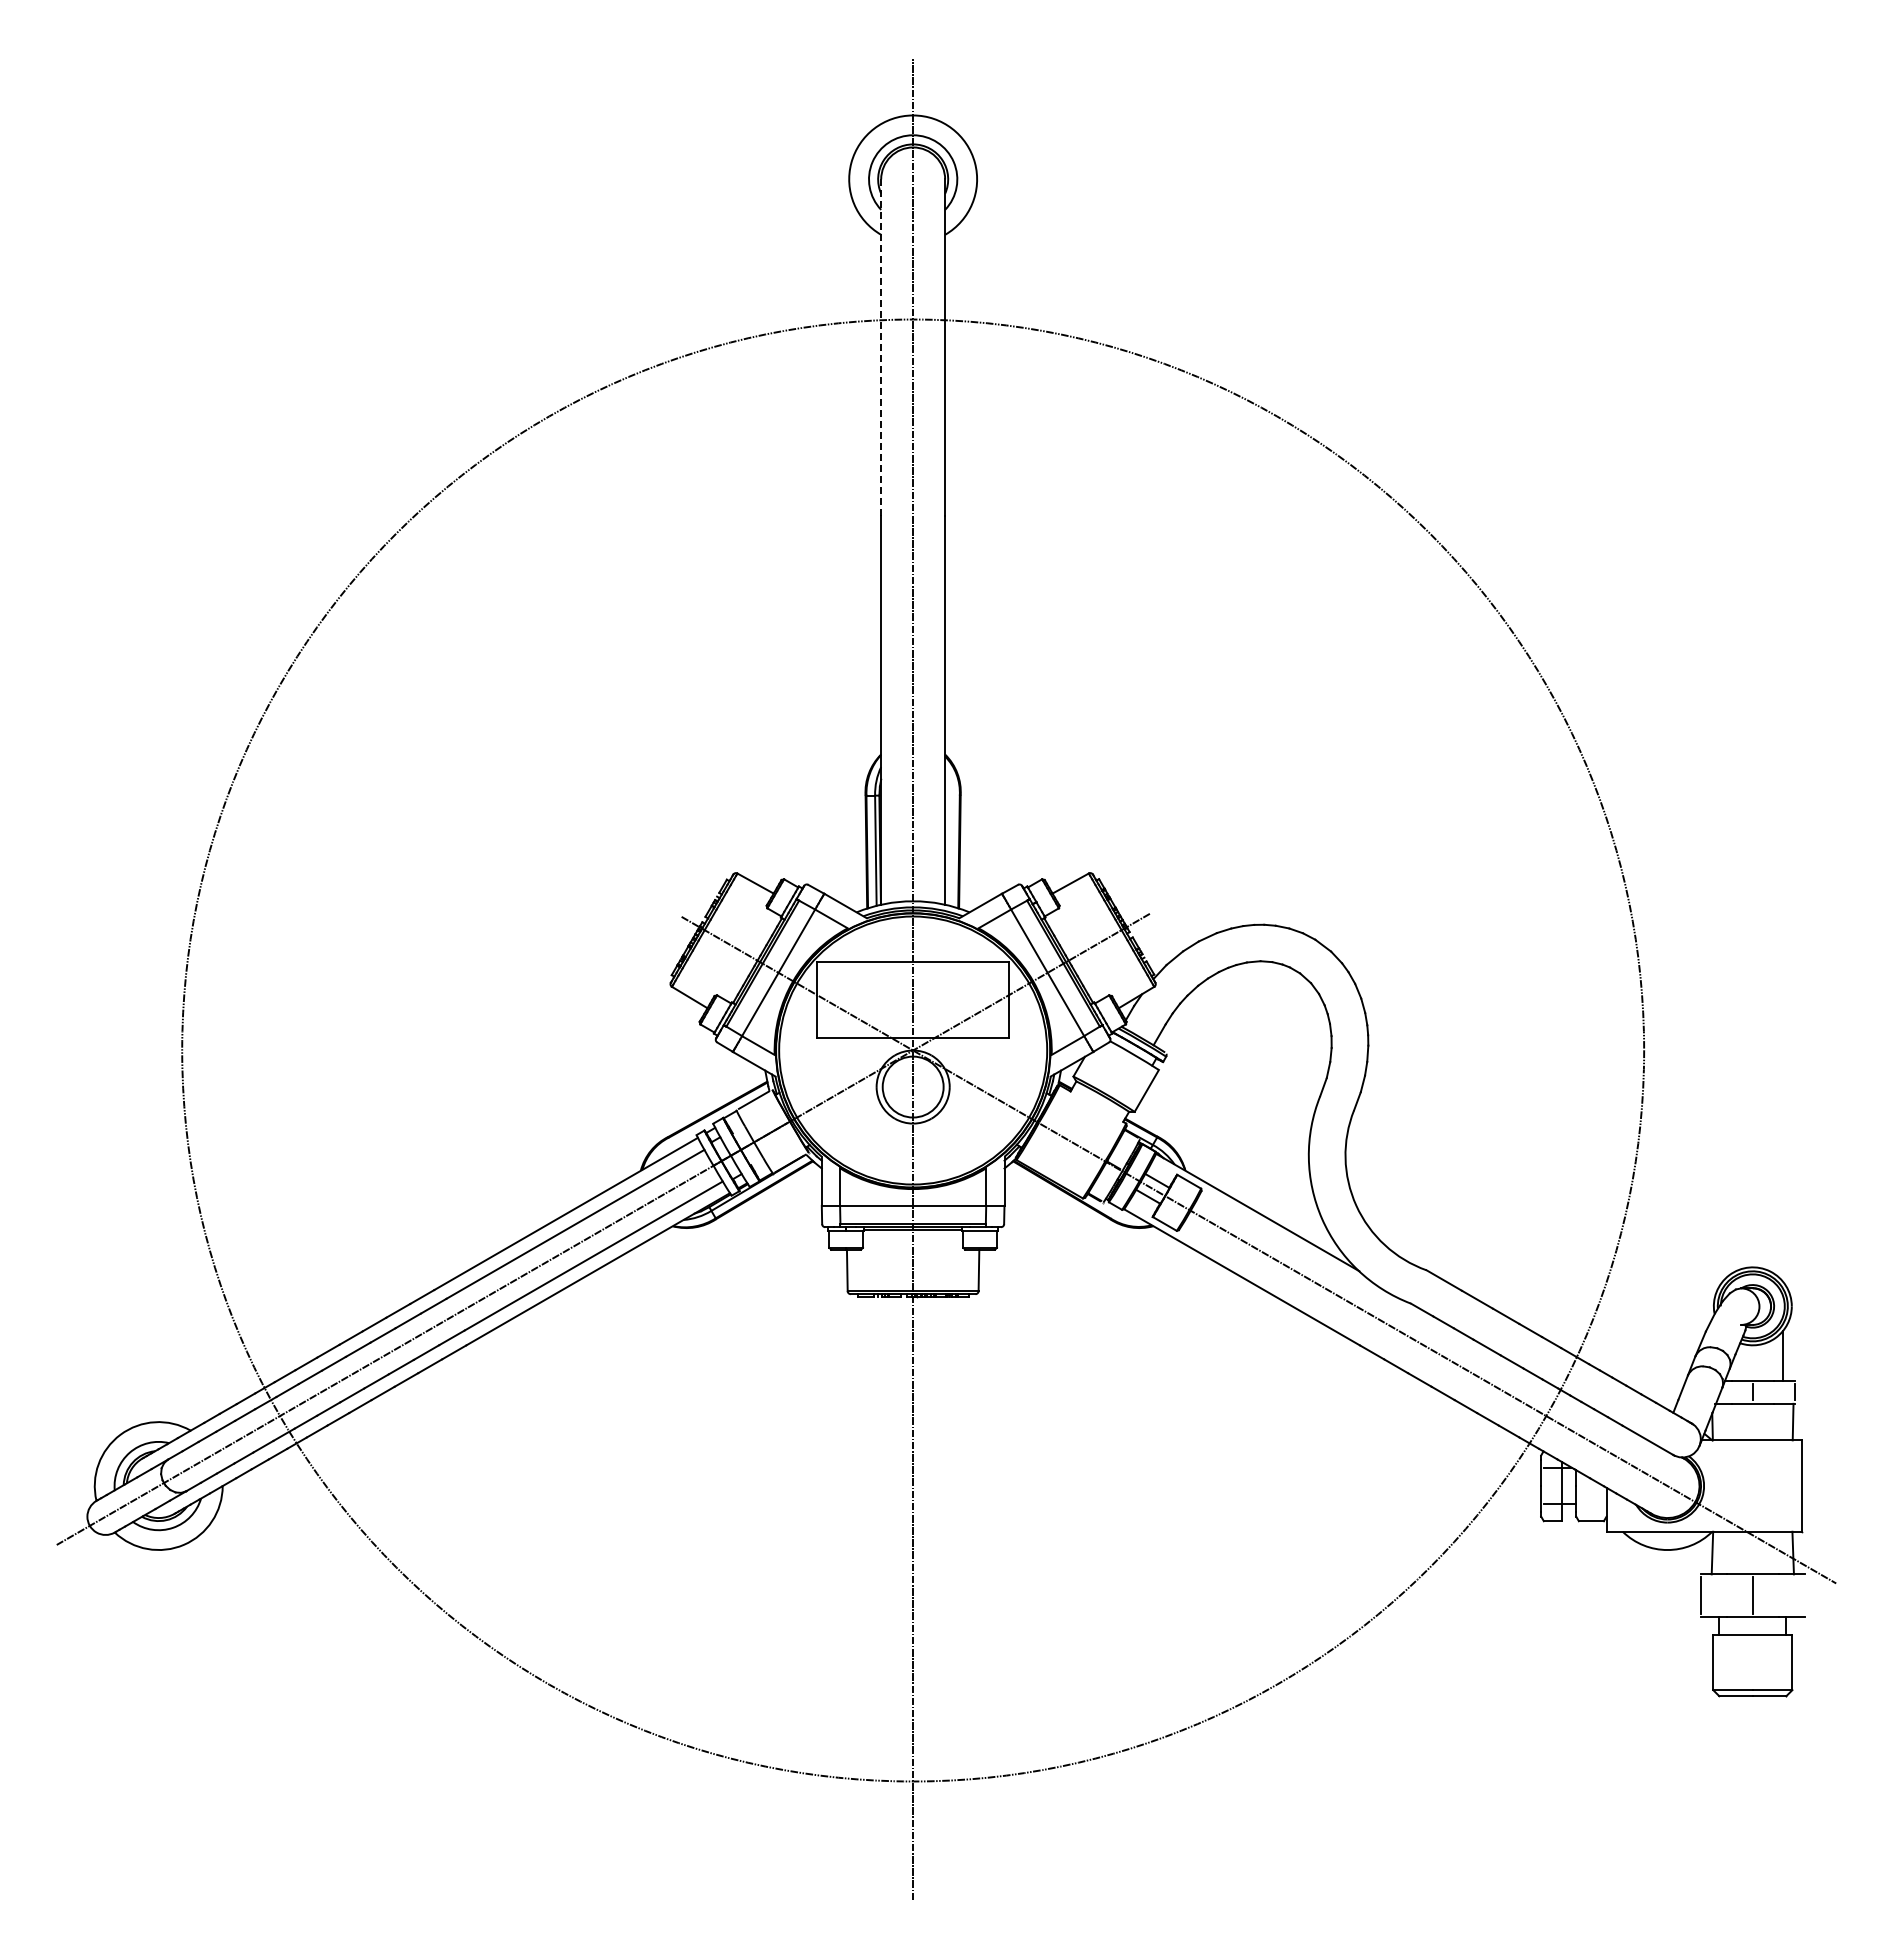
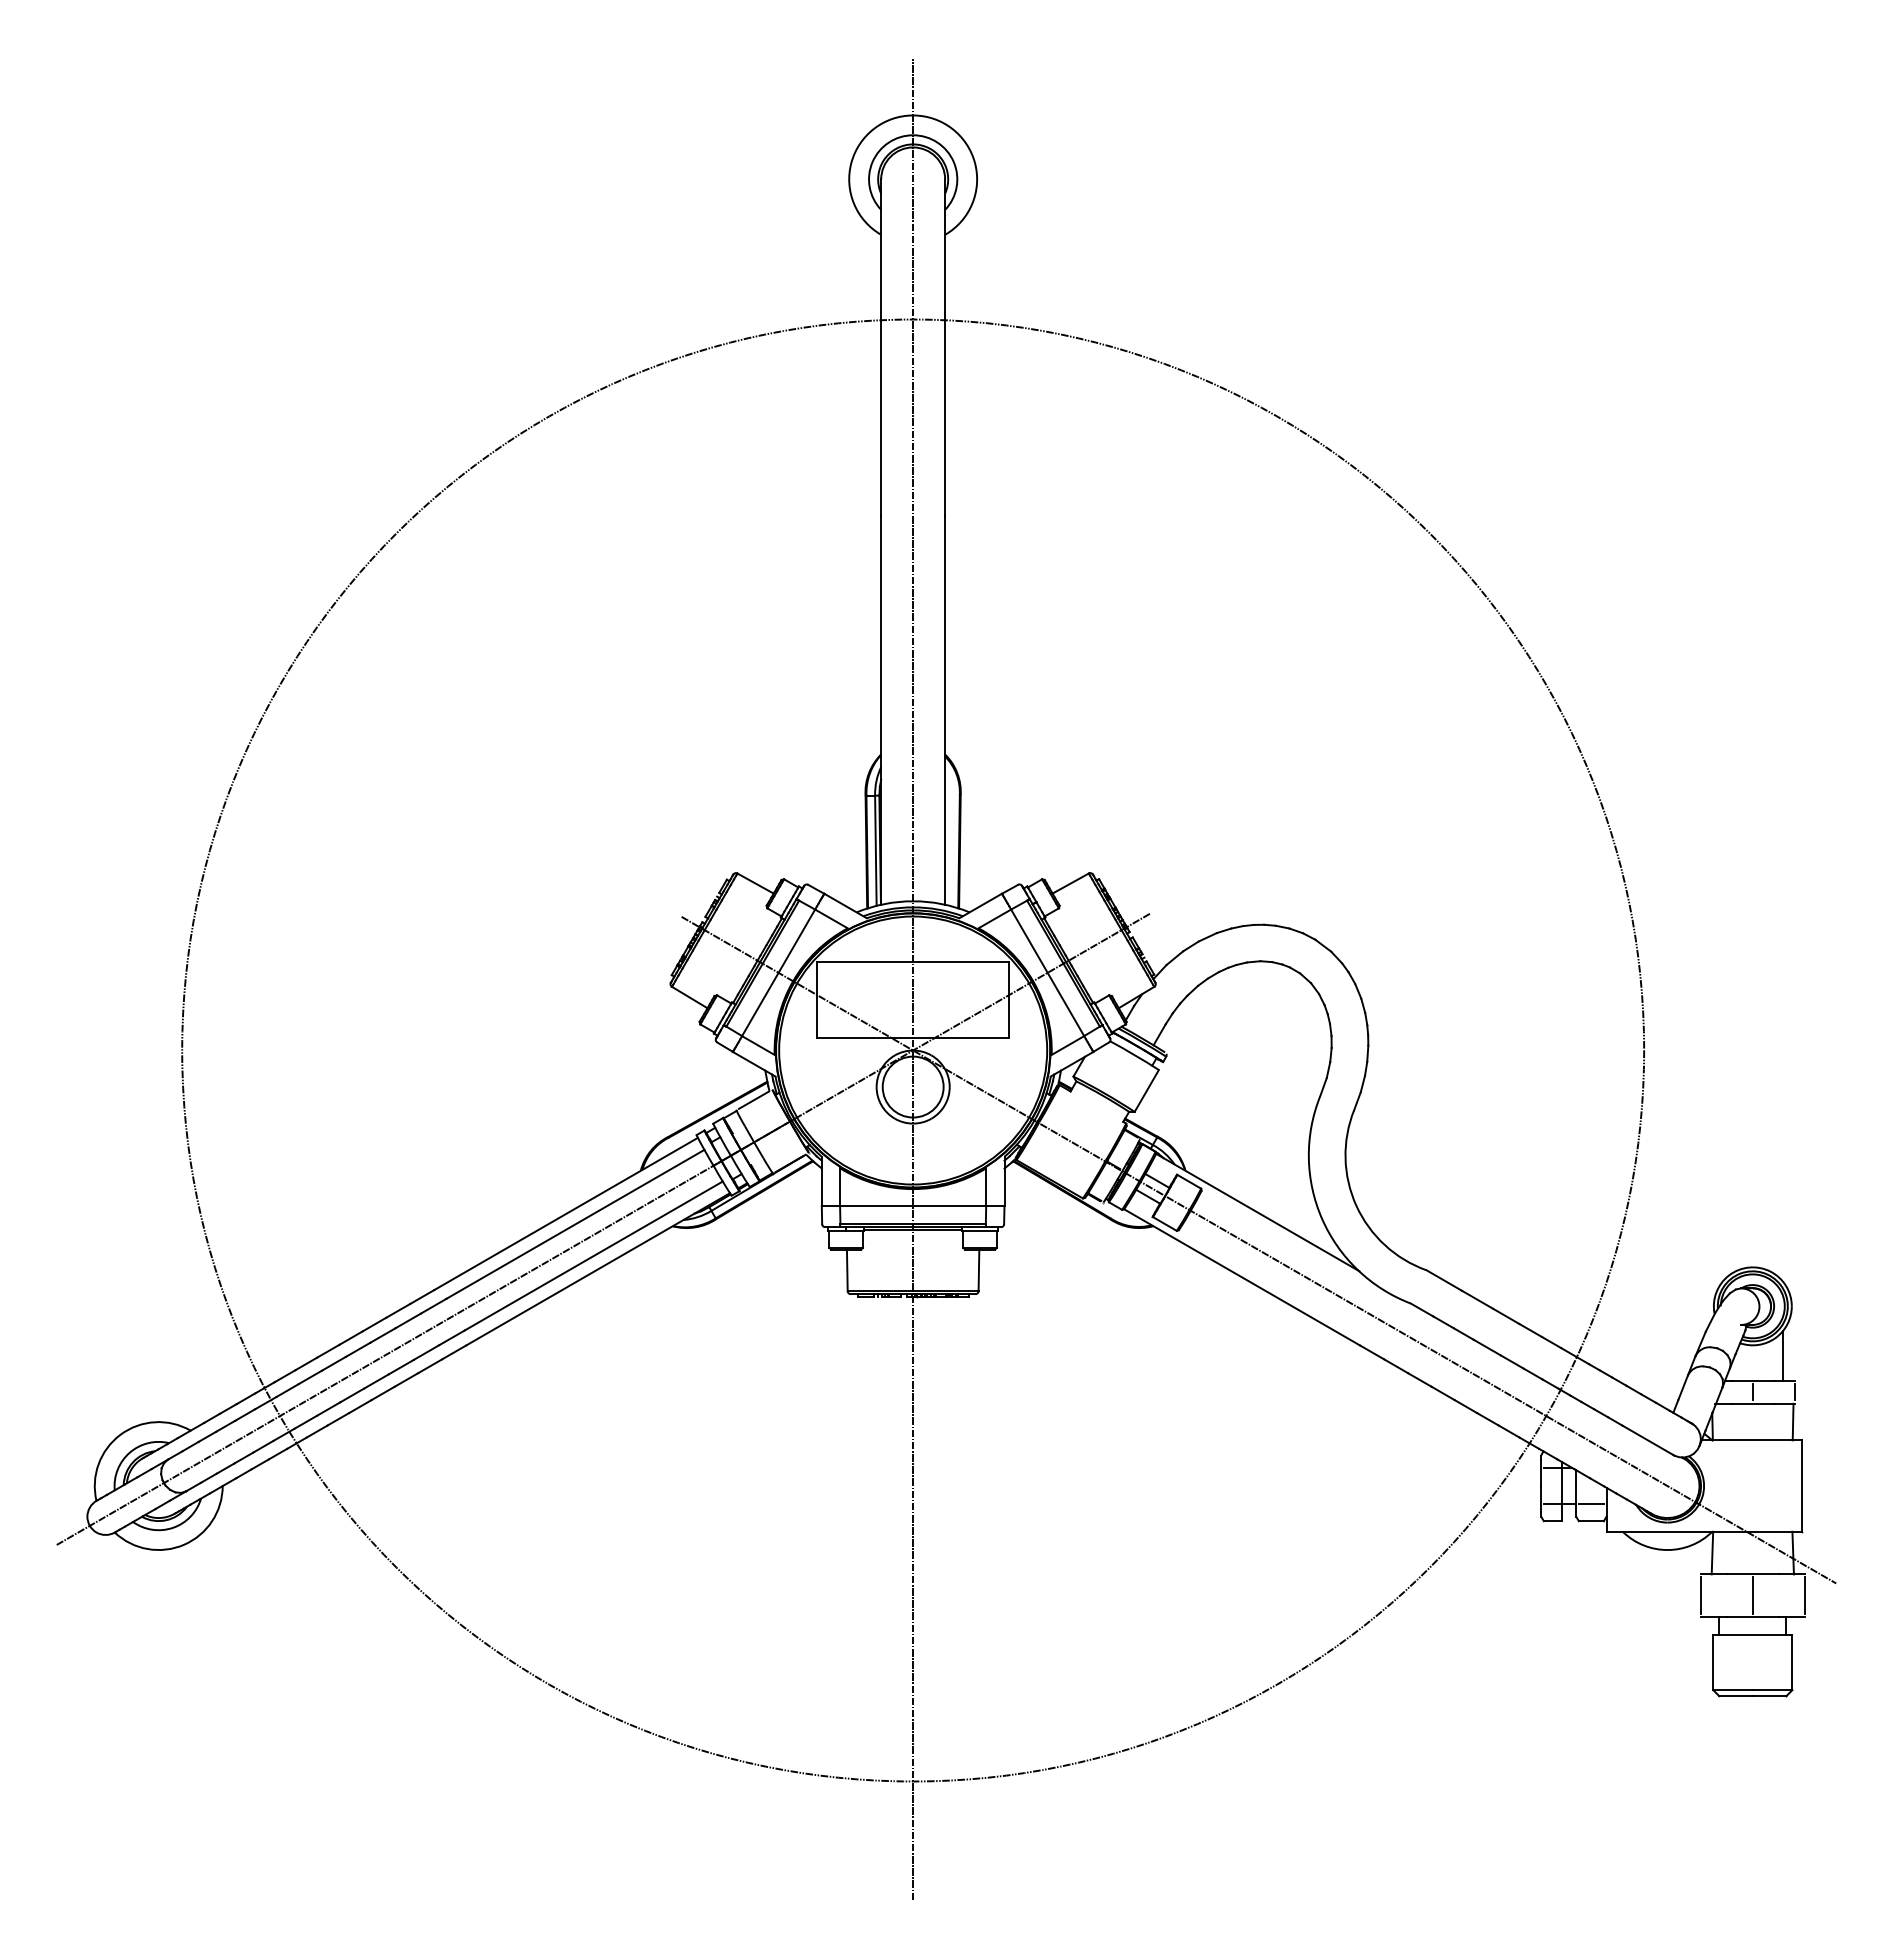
line at (881, 348): dashed -> solid
line at (1590, 1503): none -> present
line at (1804, 1595): none -> present
